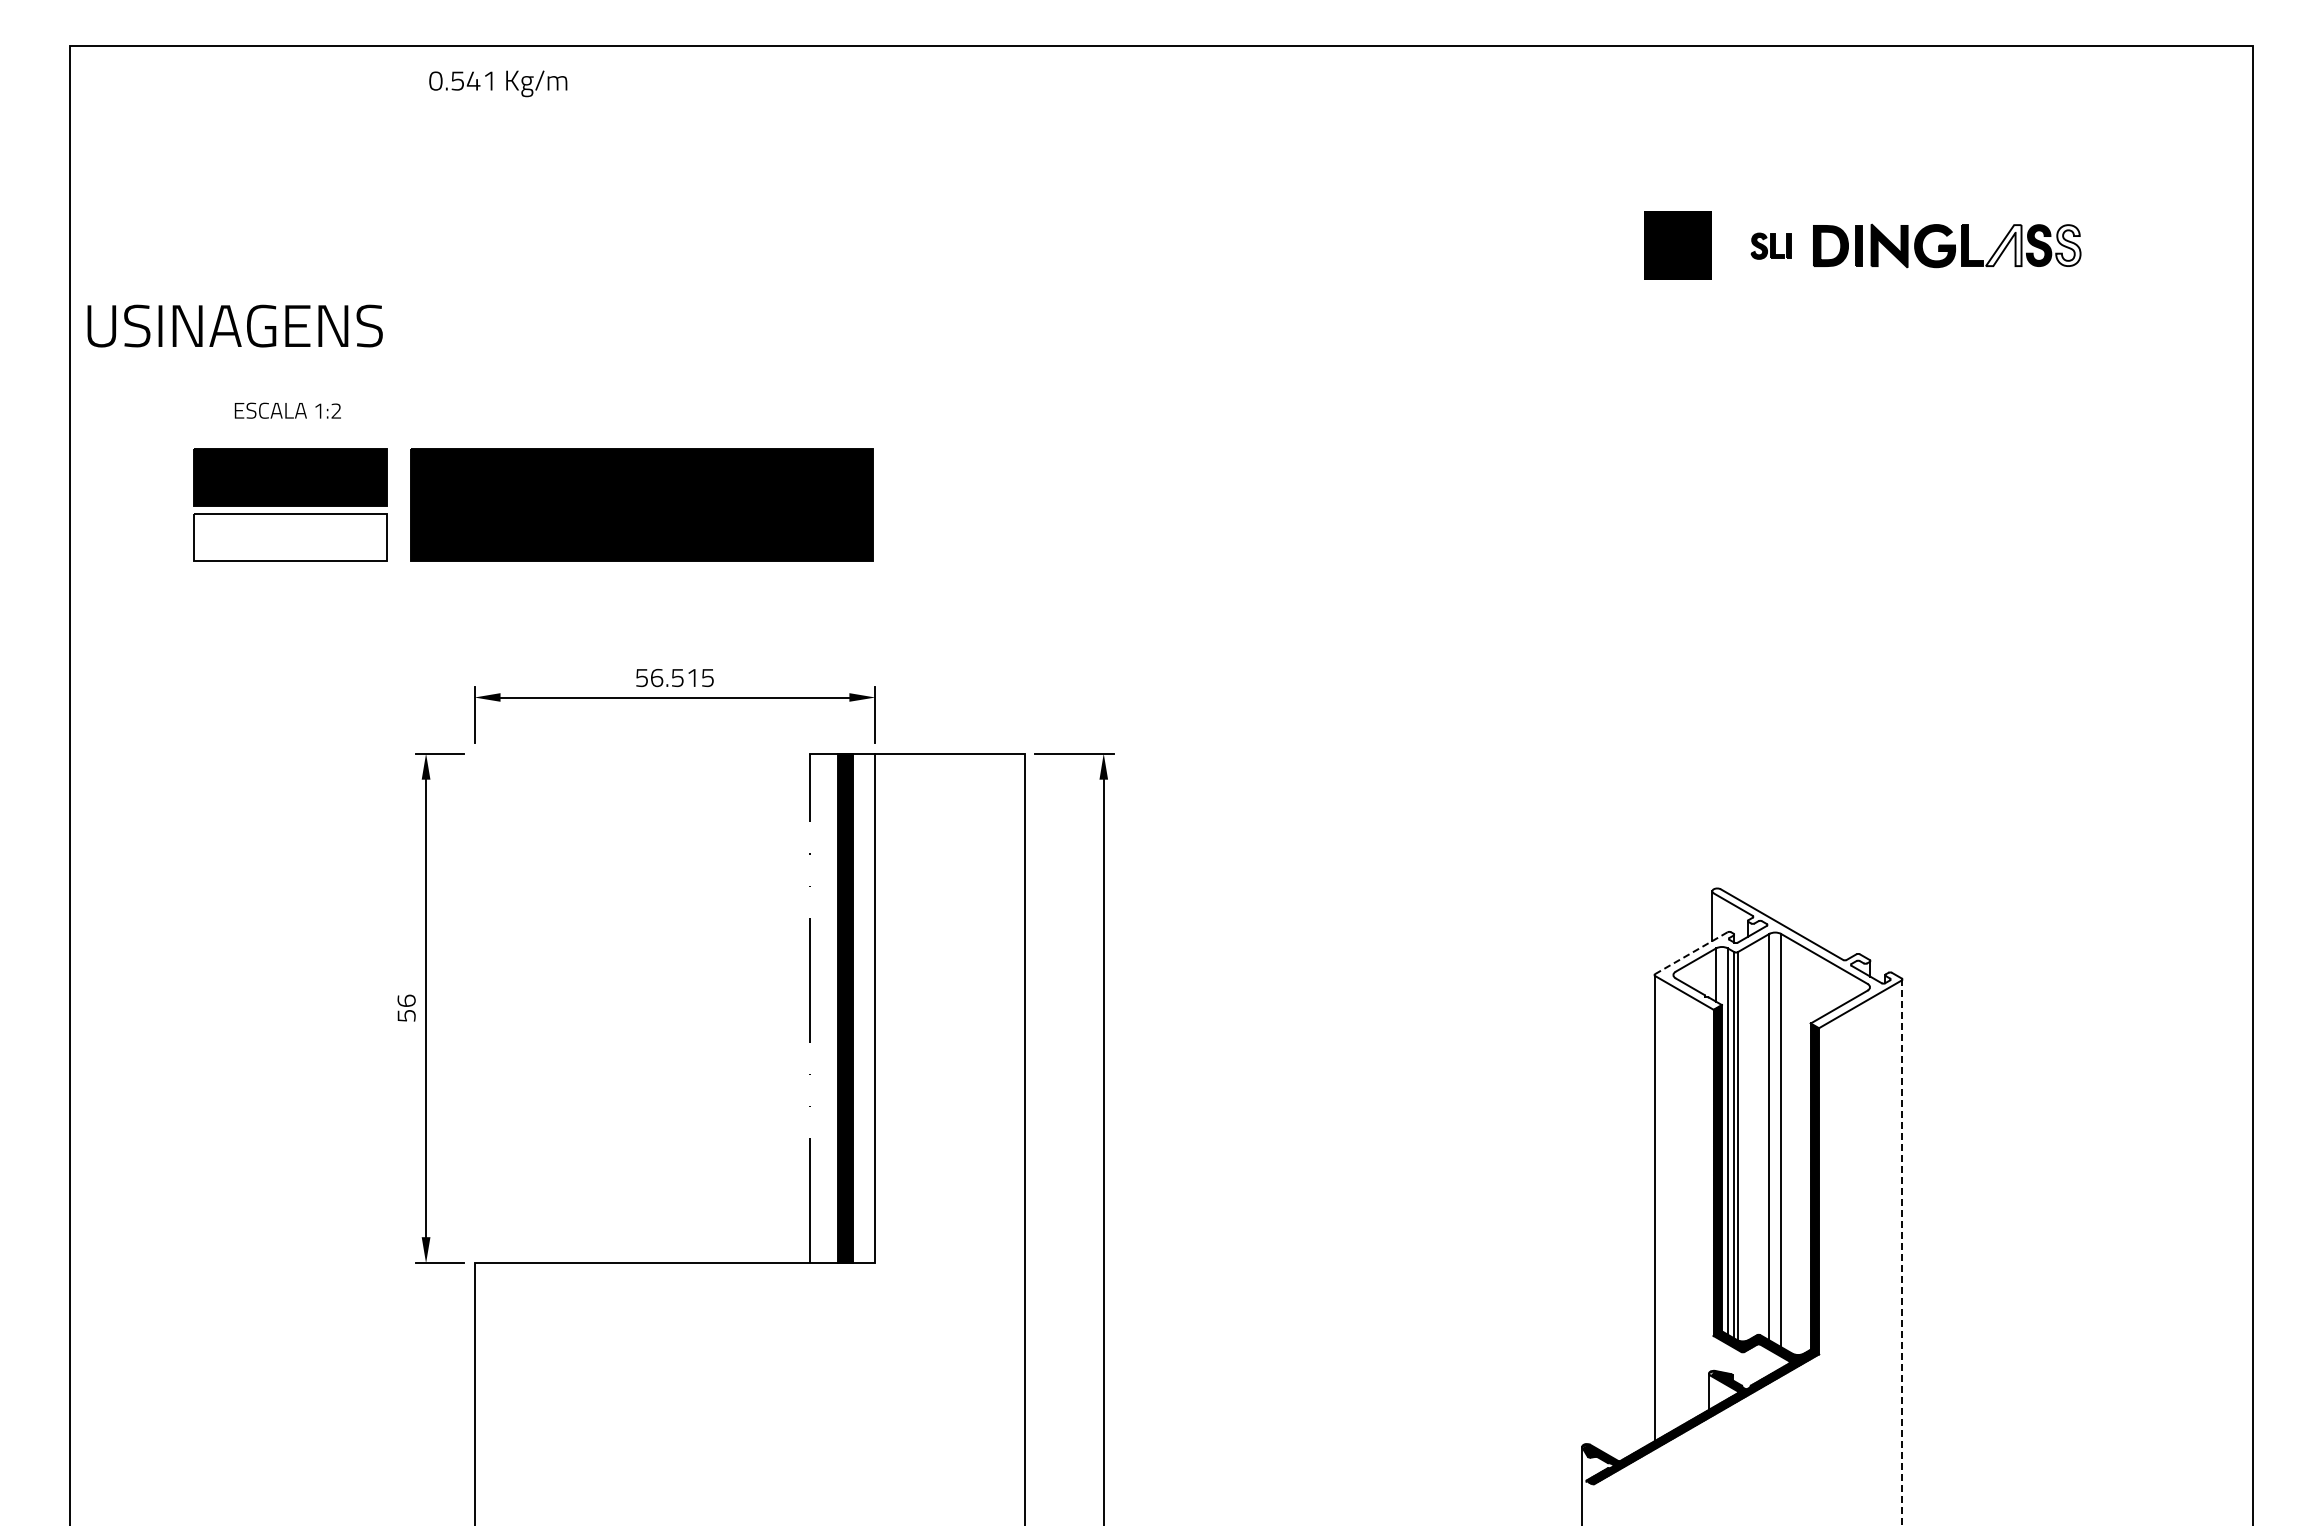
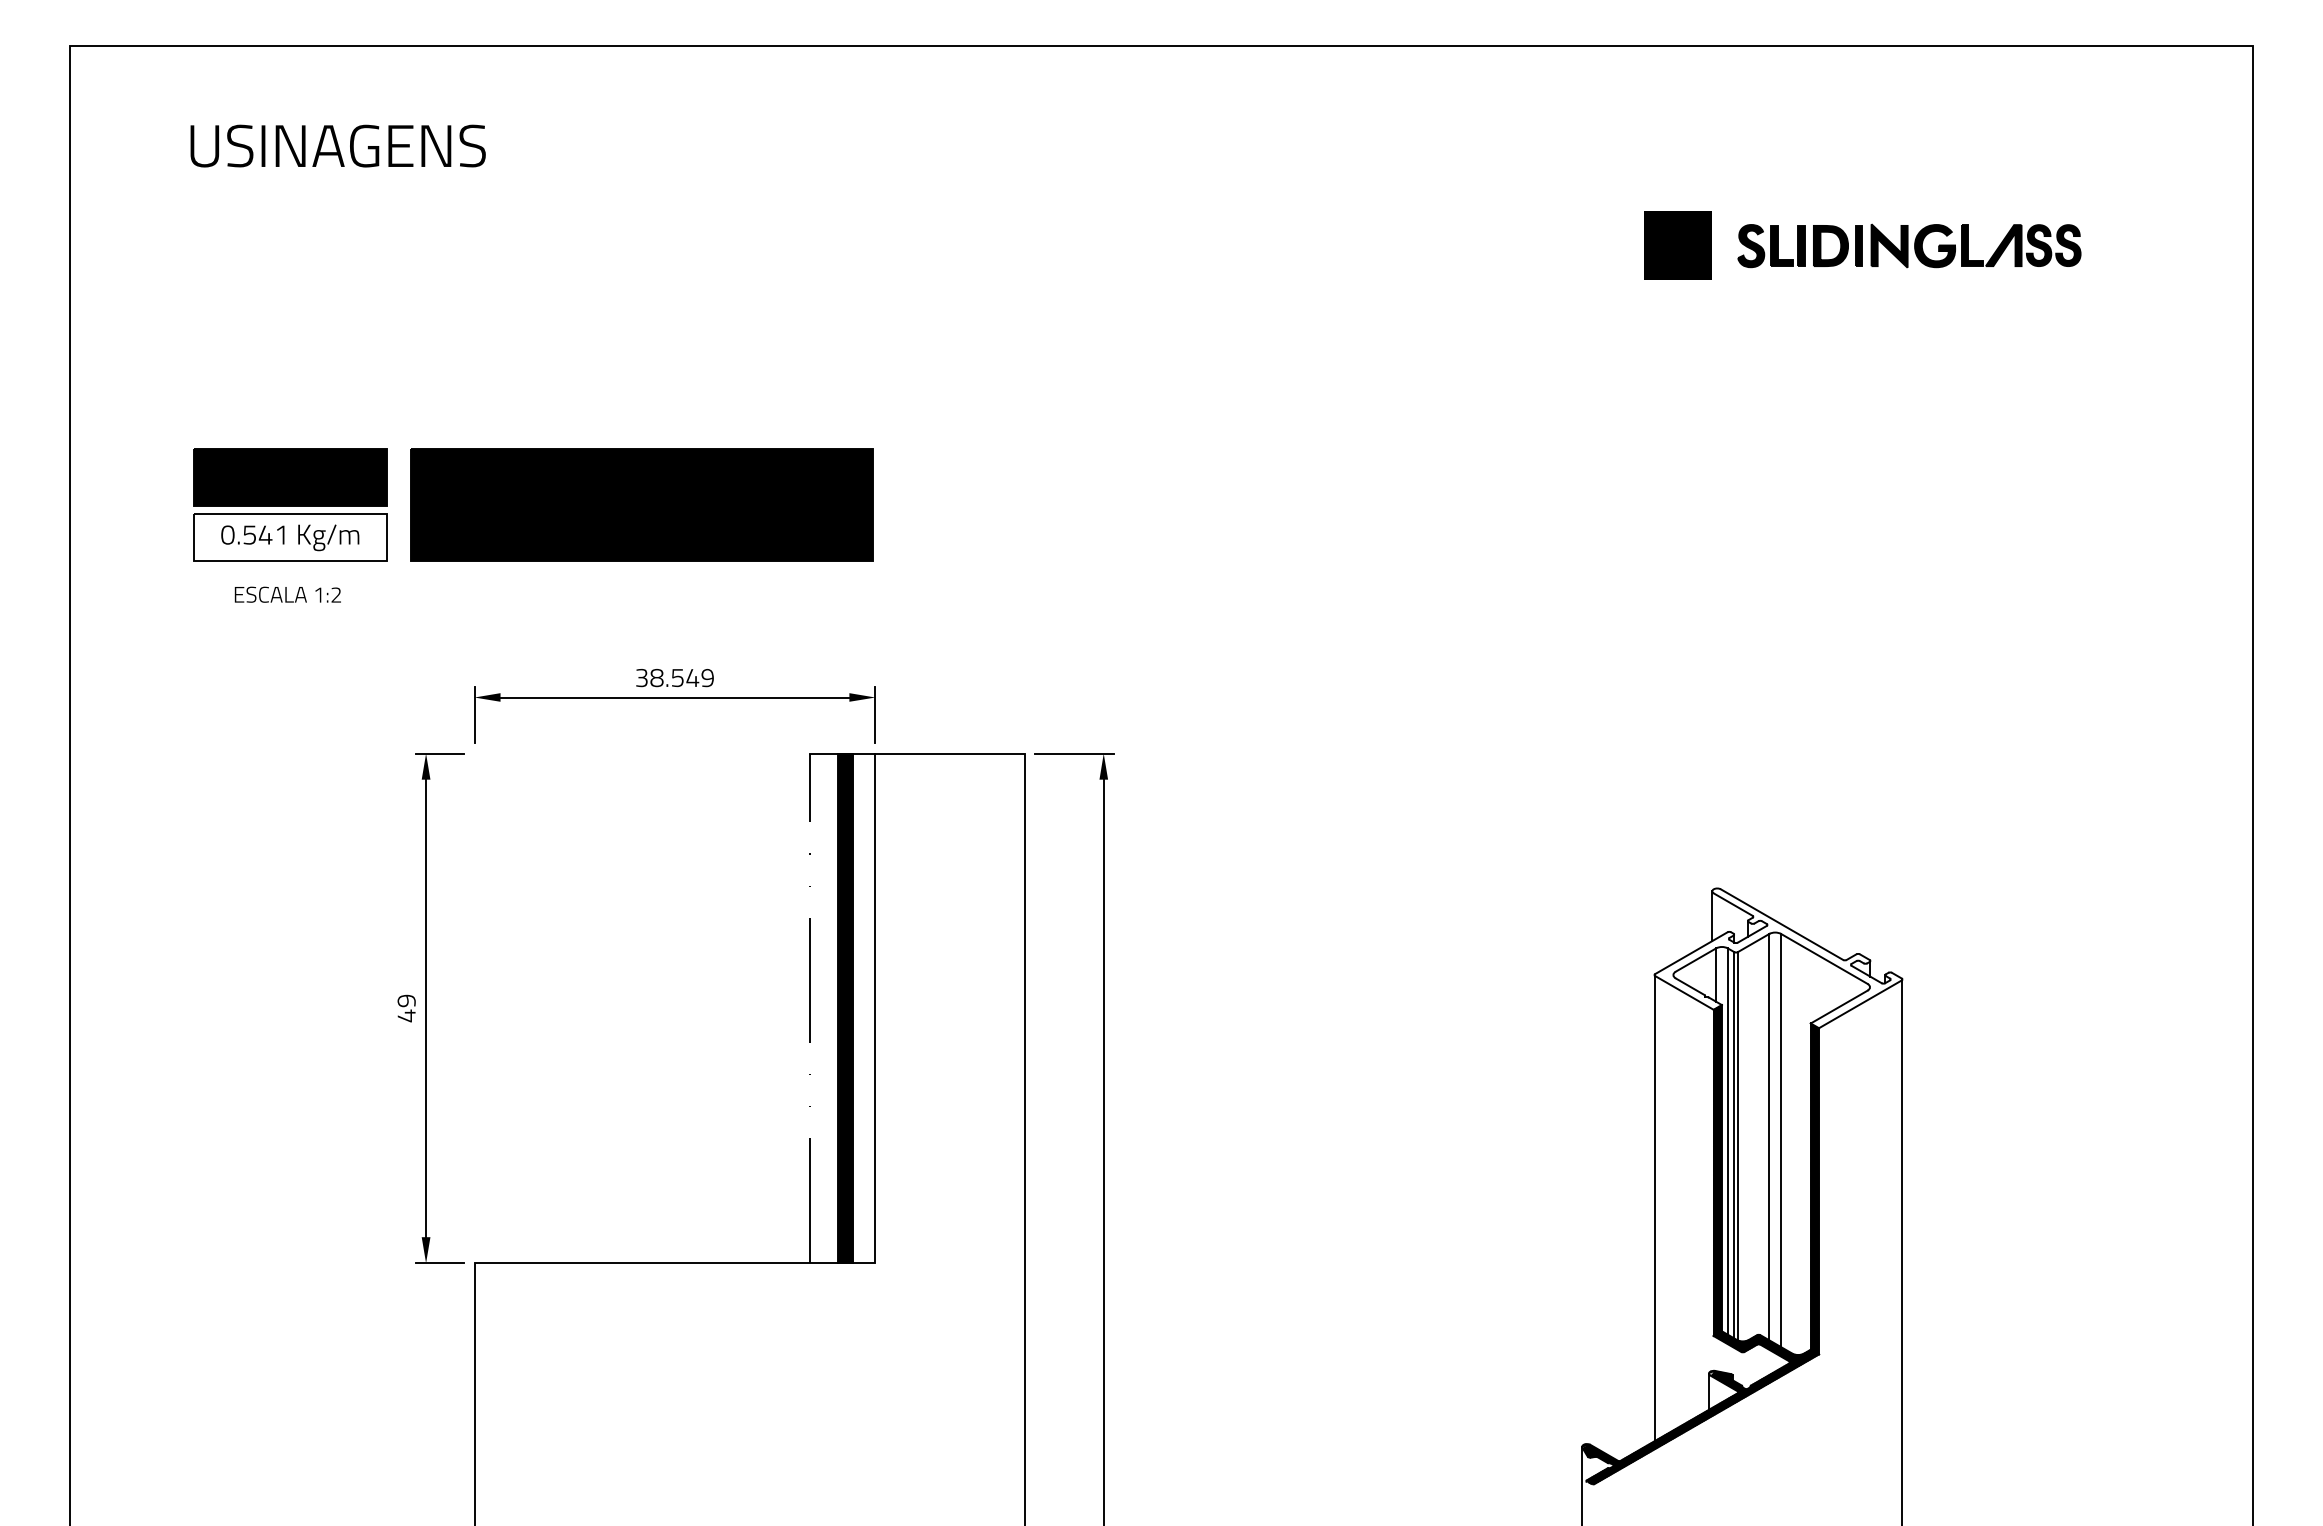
text at (498, 83) position: (498, 83) -> (290, 537)
part at (1770, 245) size: 42x28 px -> 69x45 px
fill at (2003, 245): none -> present
fill at (2068, 245): none -> present
text at (234, 325) position: (234, 325) -> (337, 145)
text at (287, 410) position: (287, 410) -> (287, 594)
text at (674, 677): 56.515 -> 38.549
line at (1691, 953): dashed -> solid
text at (406, 1008): 56 -> 49
line at (1902, 1252): dashed -> solid
